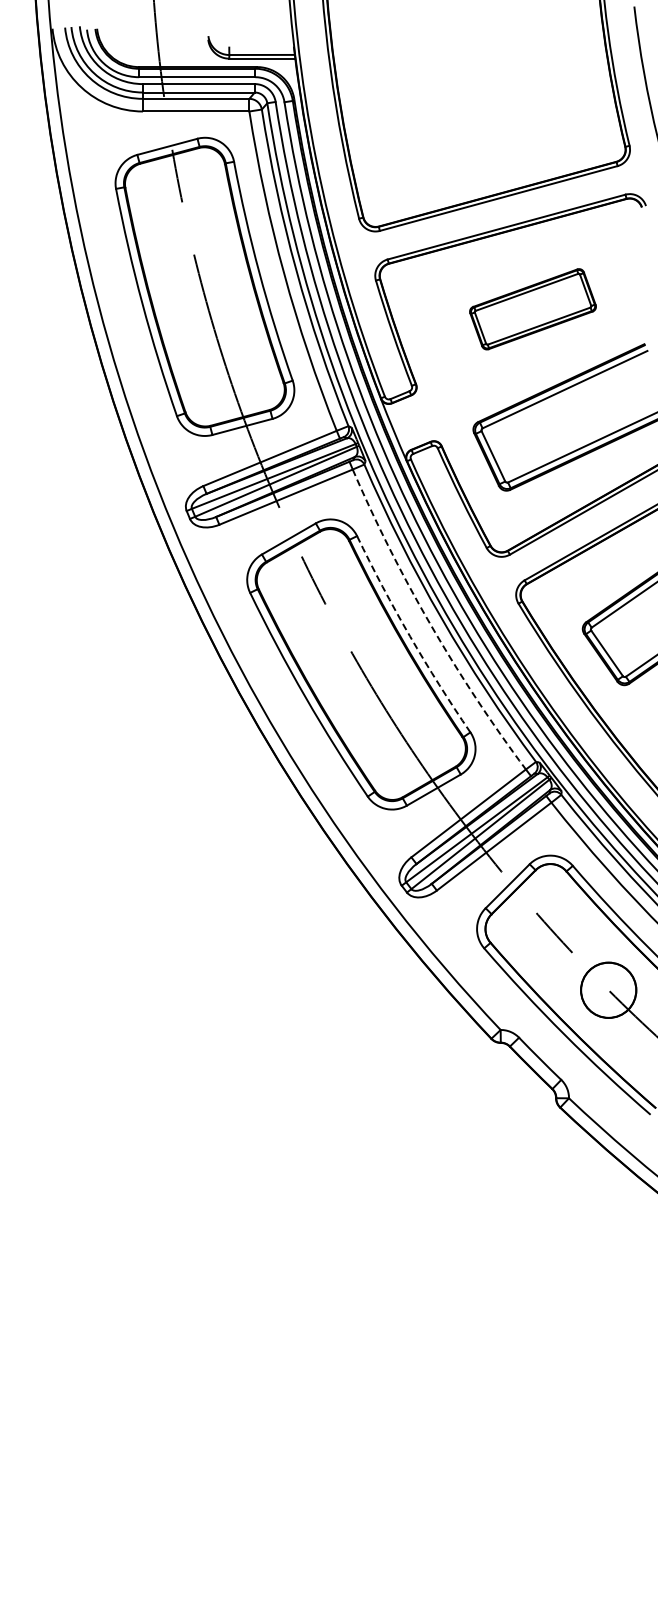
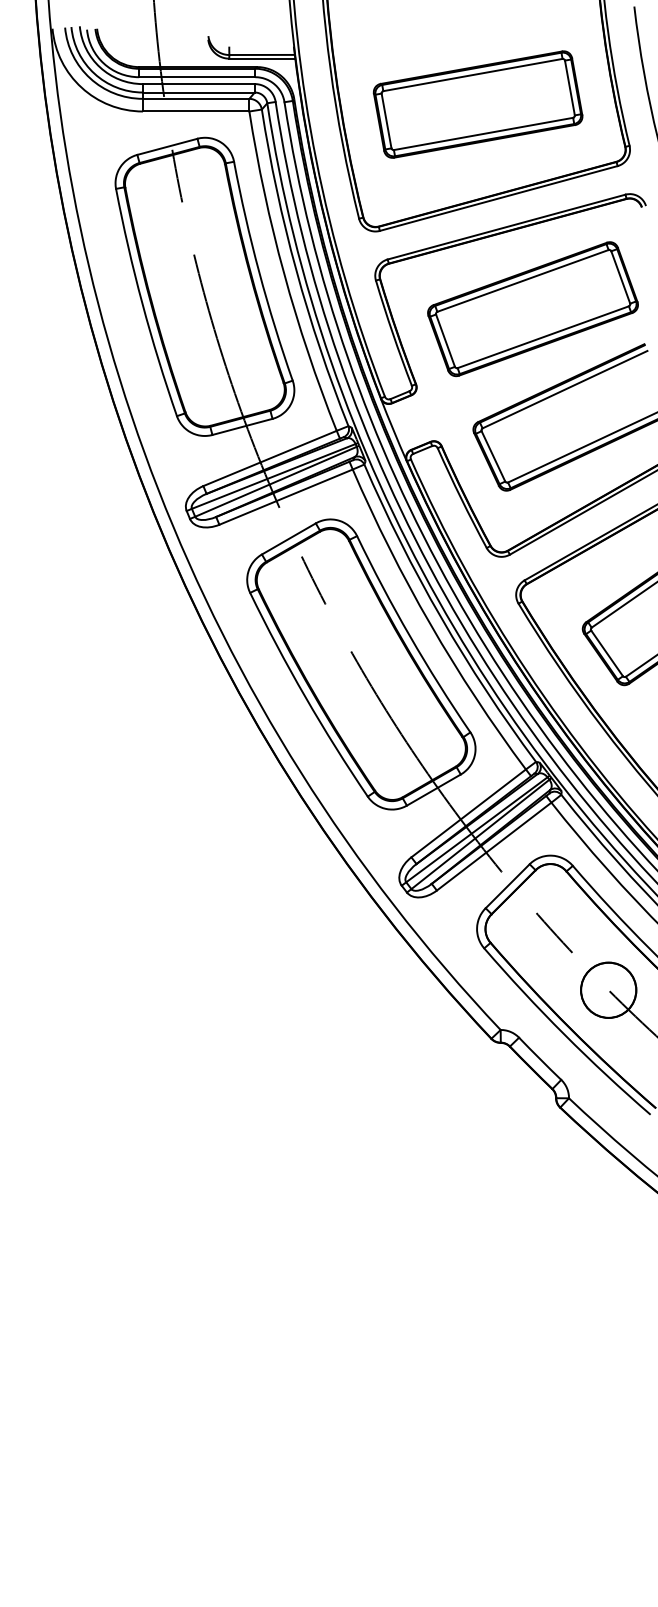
part at (477, 104): none -> present
part at (532, 309) size: 128x83 px -> 212x137 px
arc at (430, 624): dashed -> solid
arc at (410, 636): dashed -> solid
